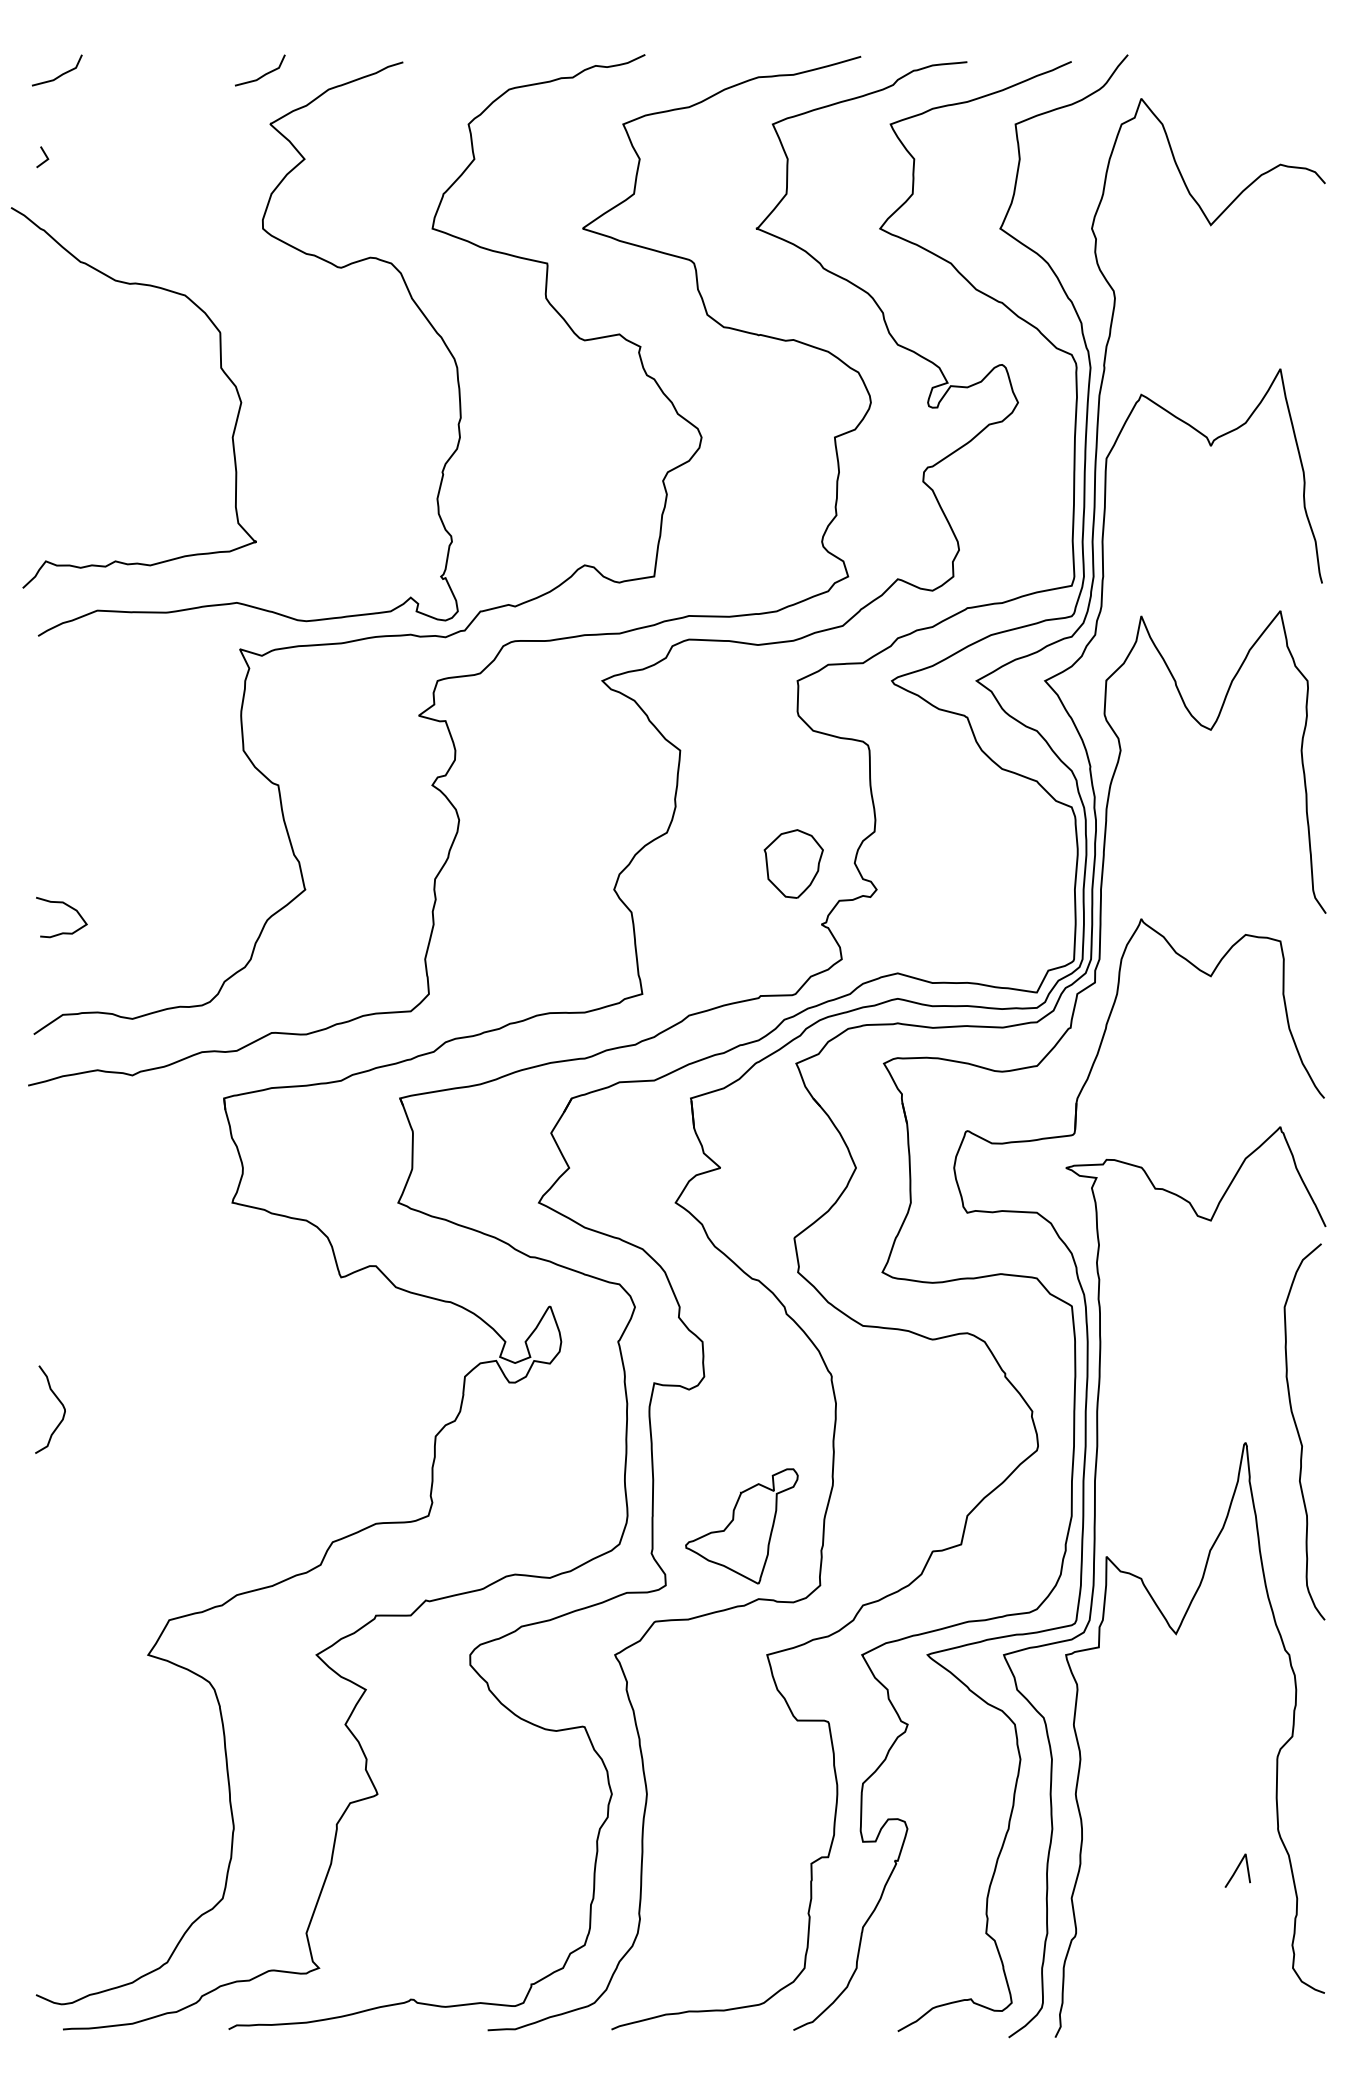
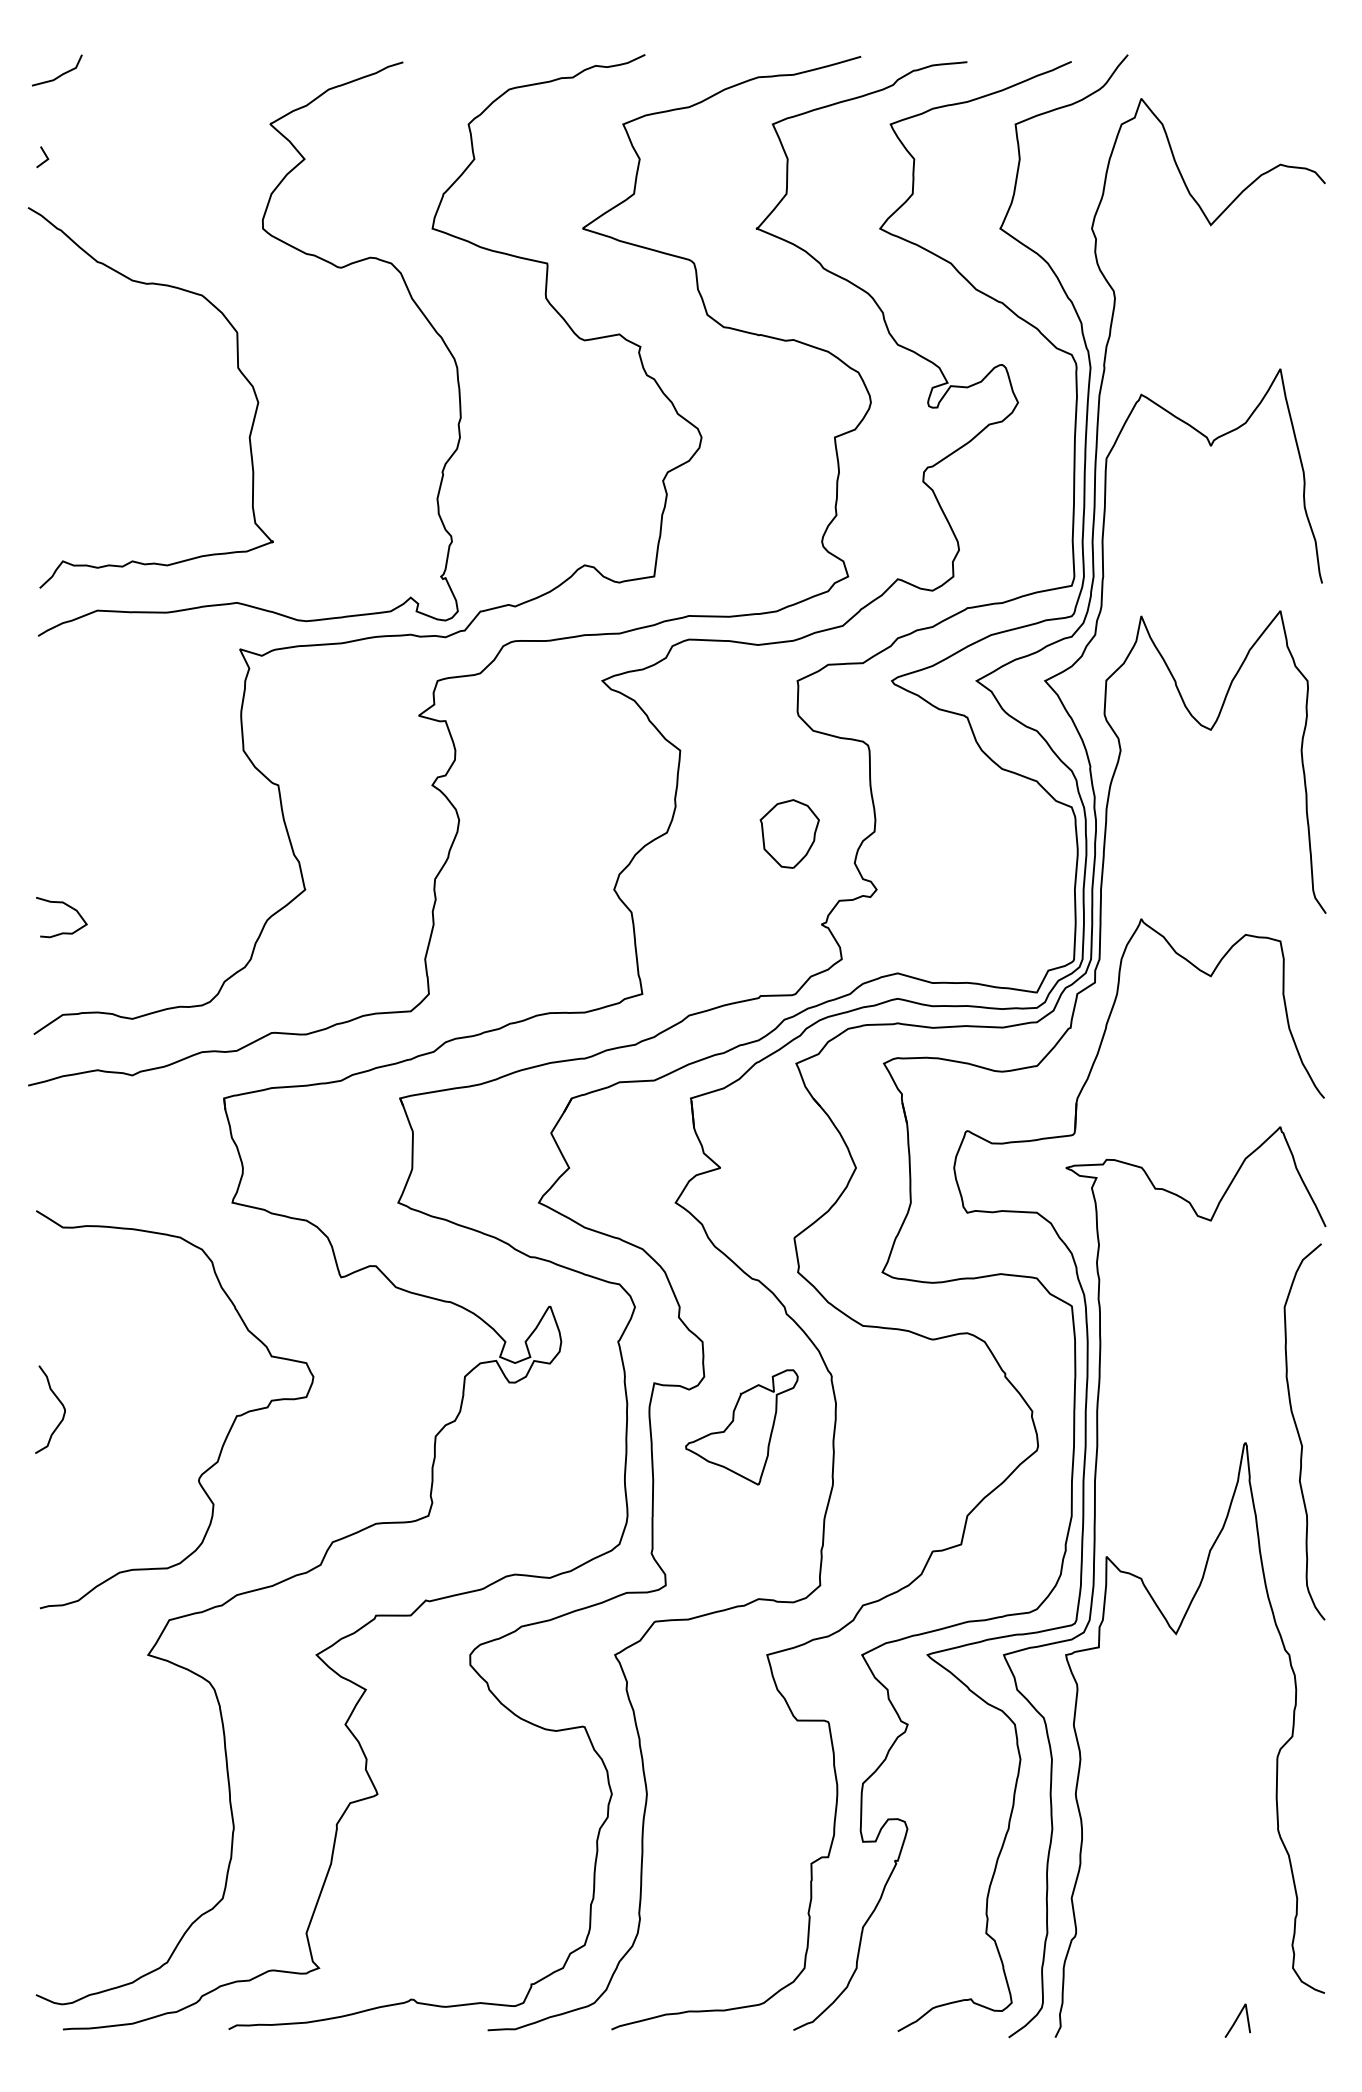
line at (263, 74): present -> none
curve at (220, 368) position: (220, 368) -> (237, 368)
part at (793, 863) position: (793, 863) -> (789, 833)
curve at (229, 1428): none -> present
part at (741, 1526) position: (741, 1526) -> (741, 1427)
line at (1237, 1870) position: (1237, 1870) -> (1237, 2020)
